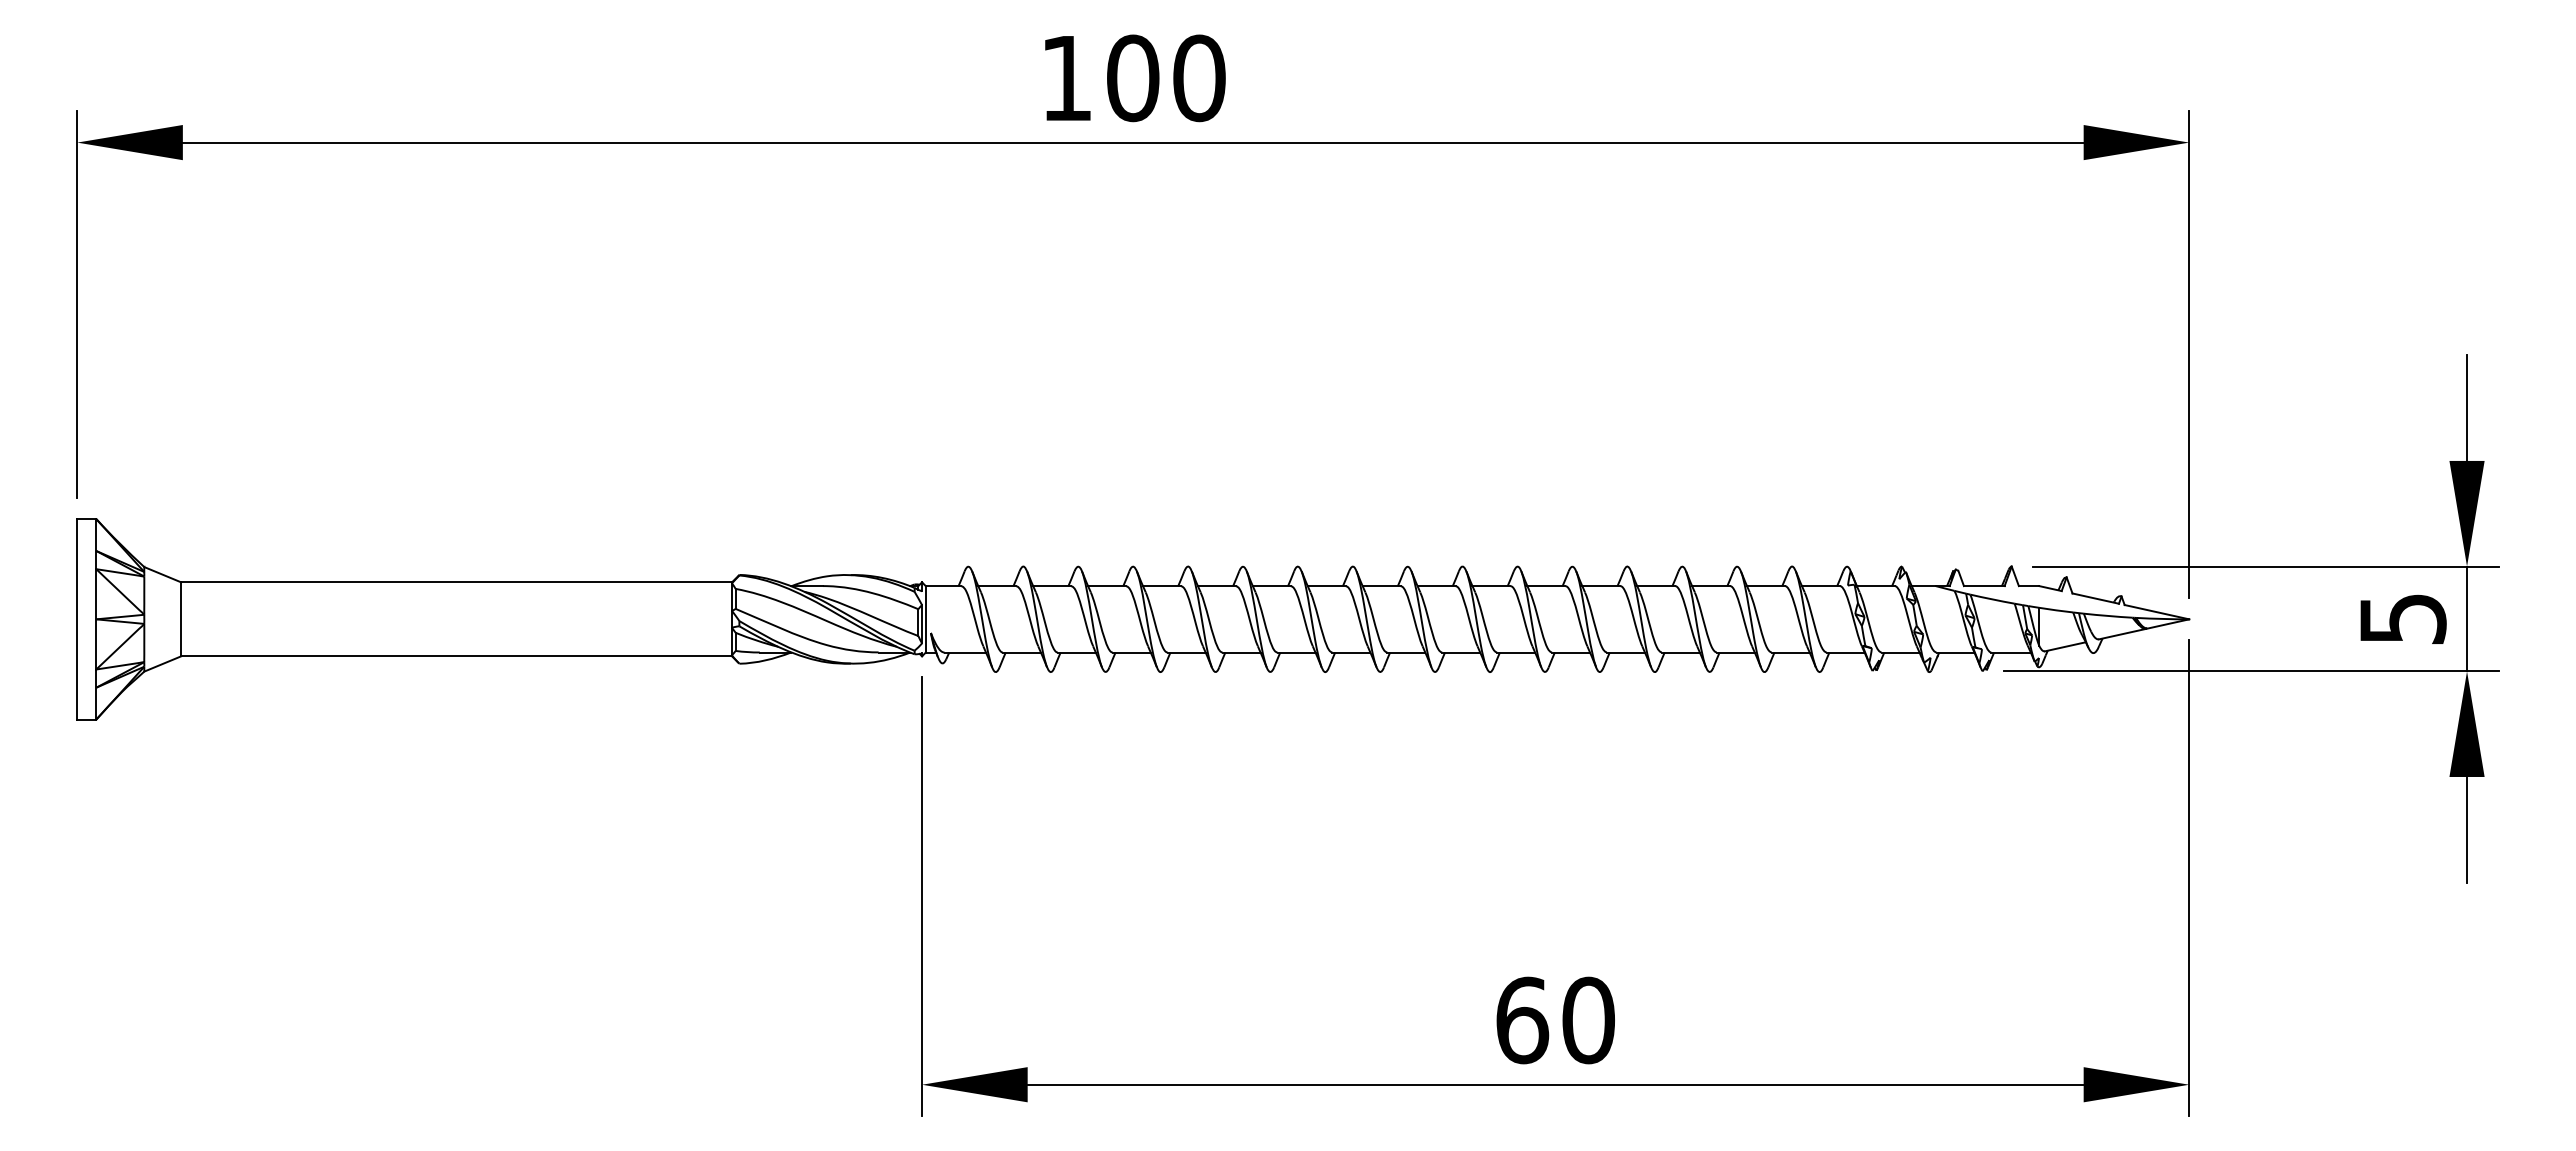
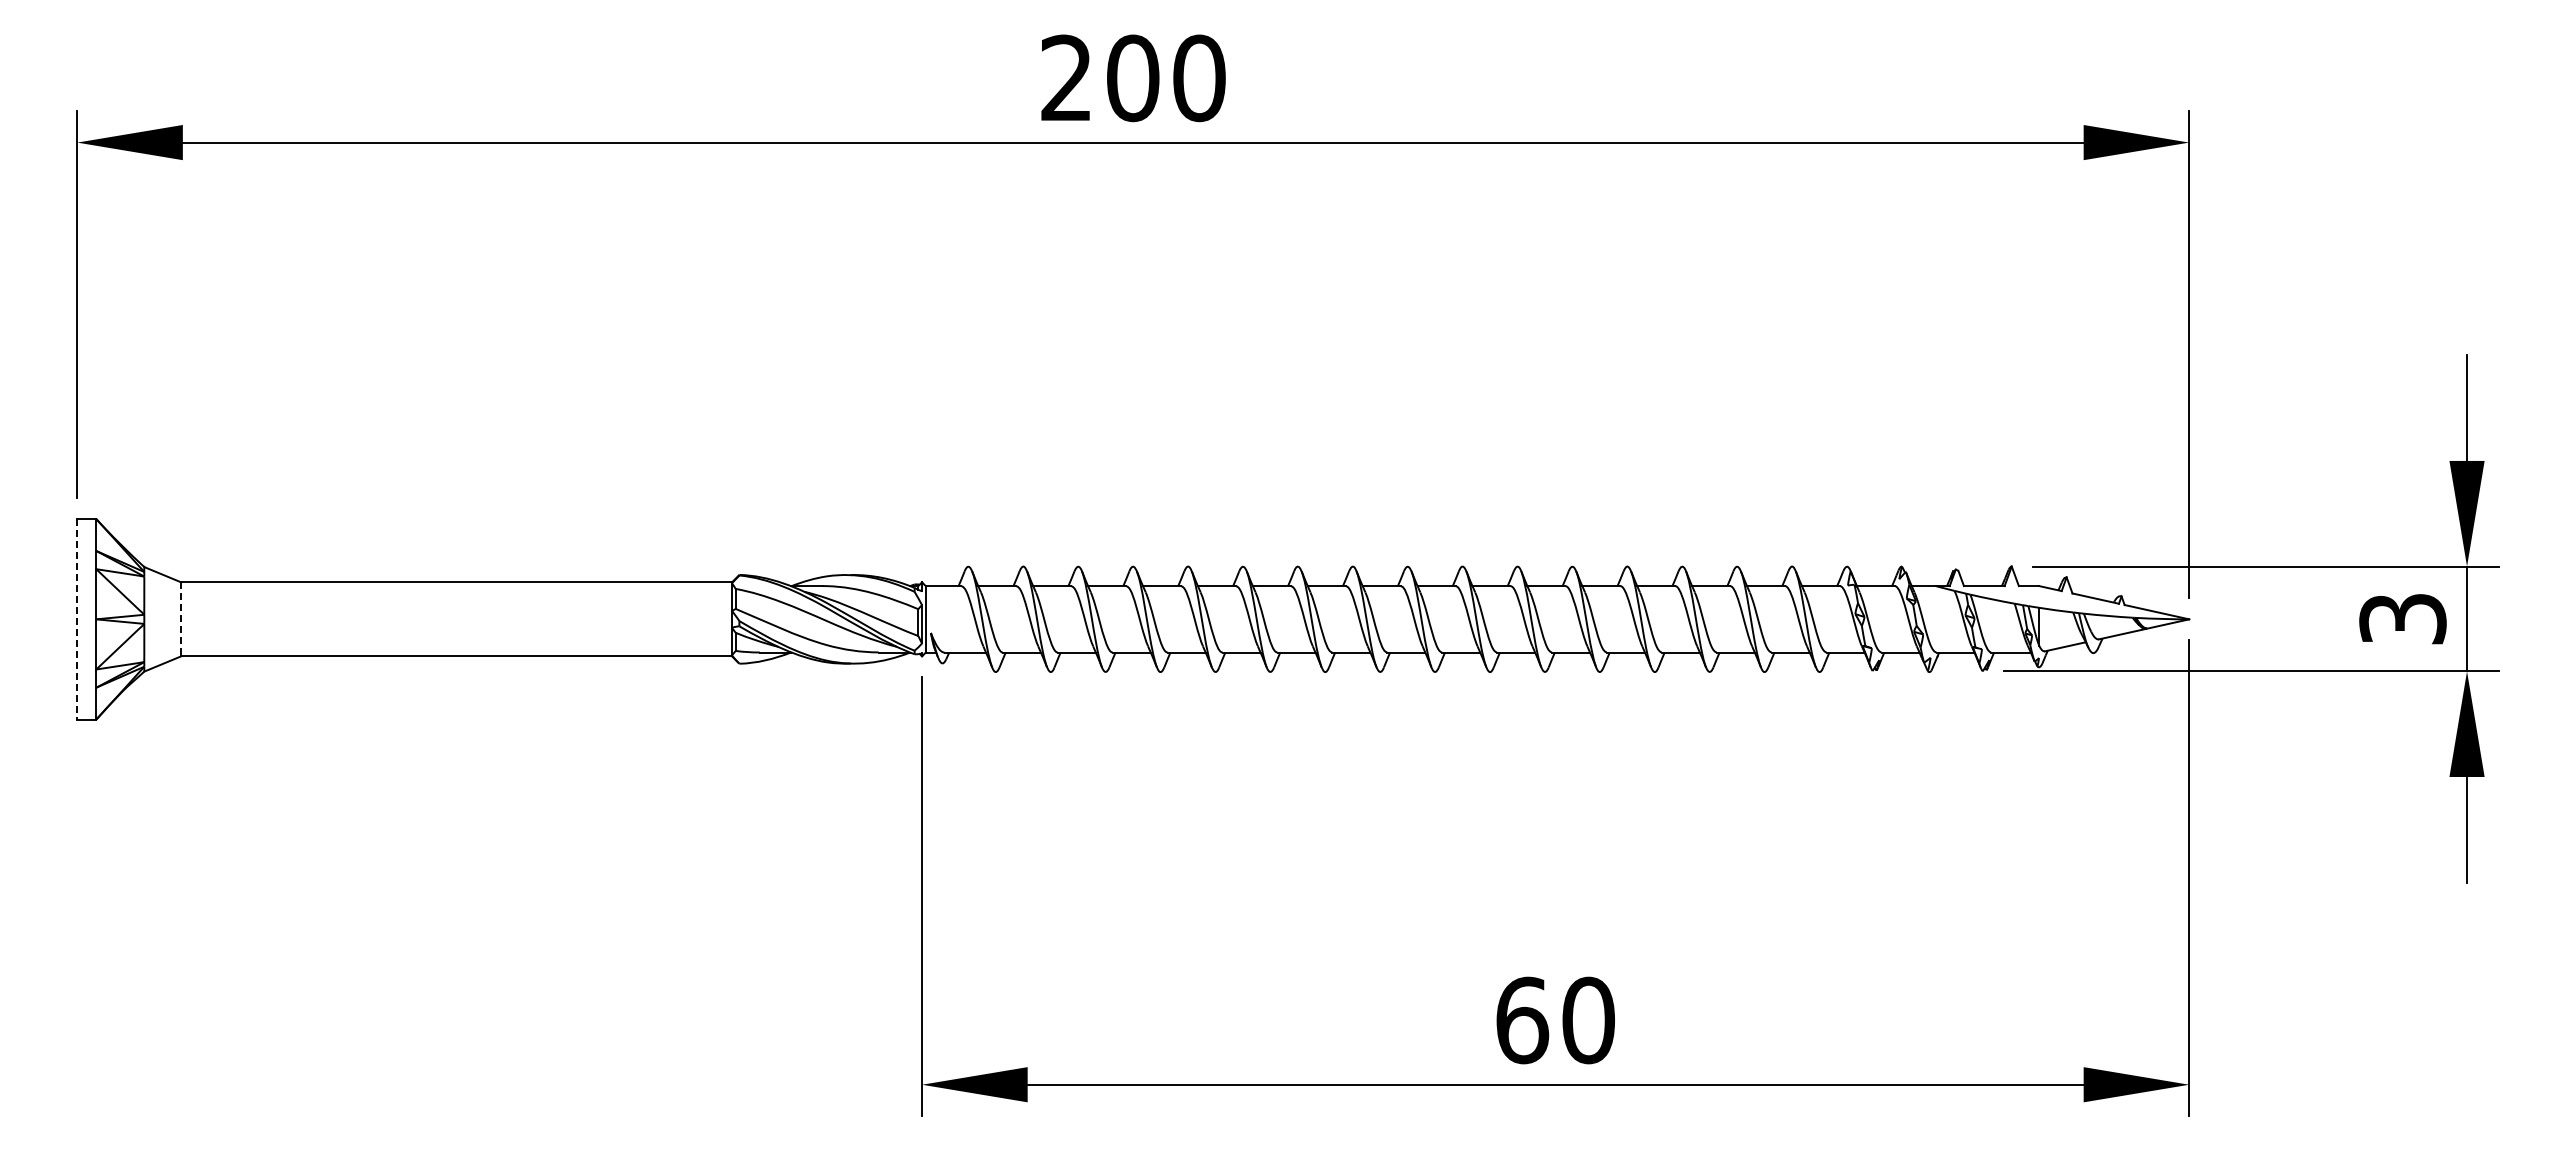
text at (1065, 77): 100 -> 200
line at (77, 619): solid -> dashed
line at (181, 619): solid -> dashed
text at (2402, 619): 5 -> 3
